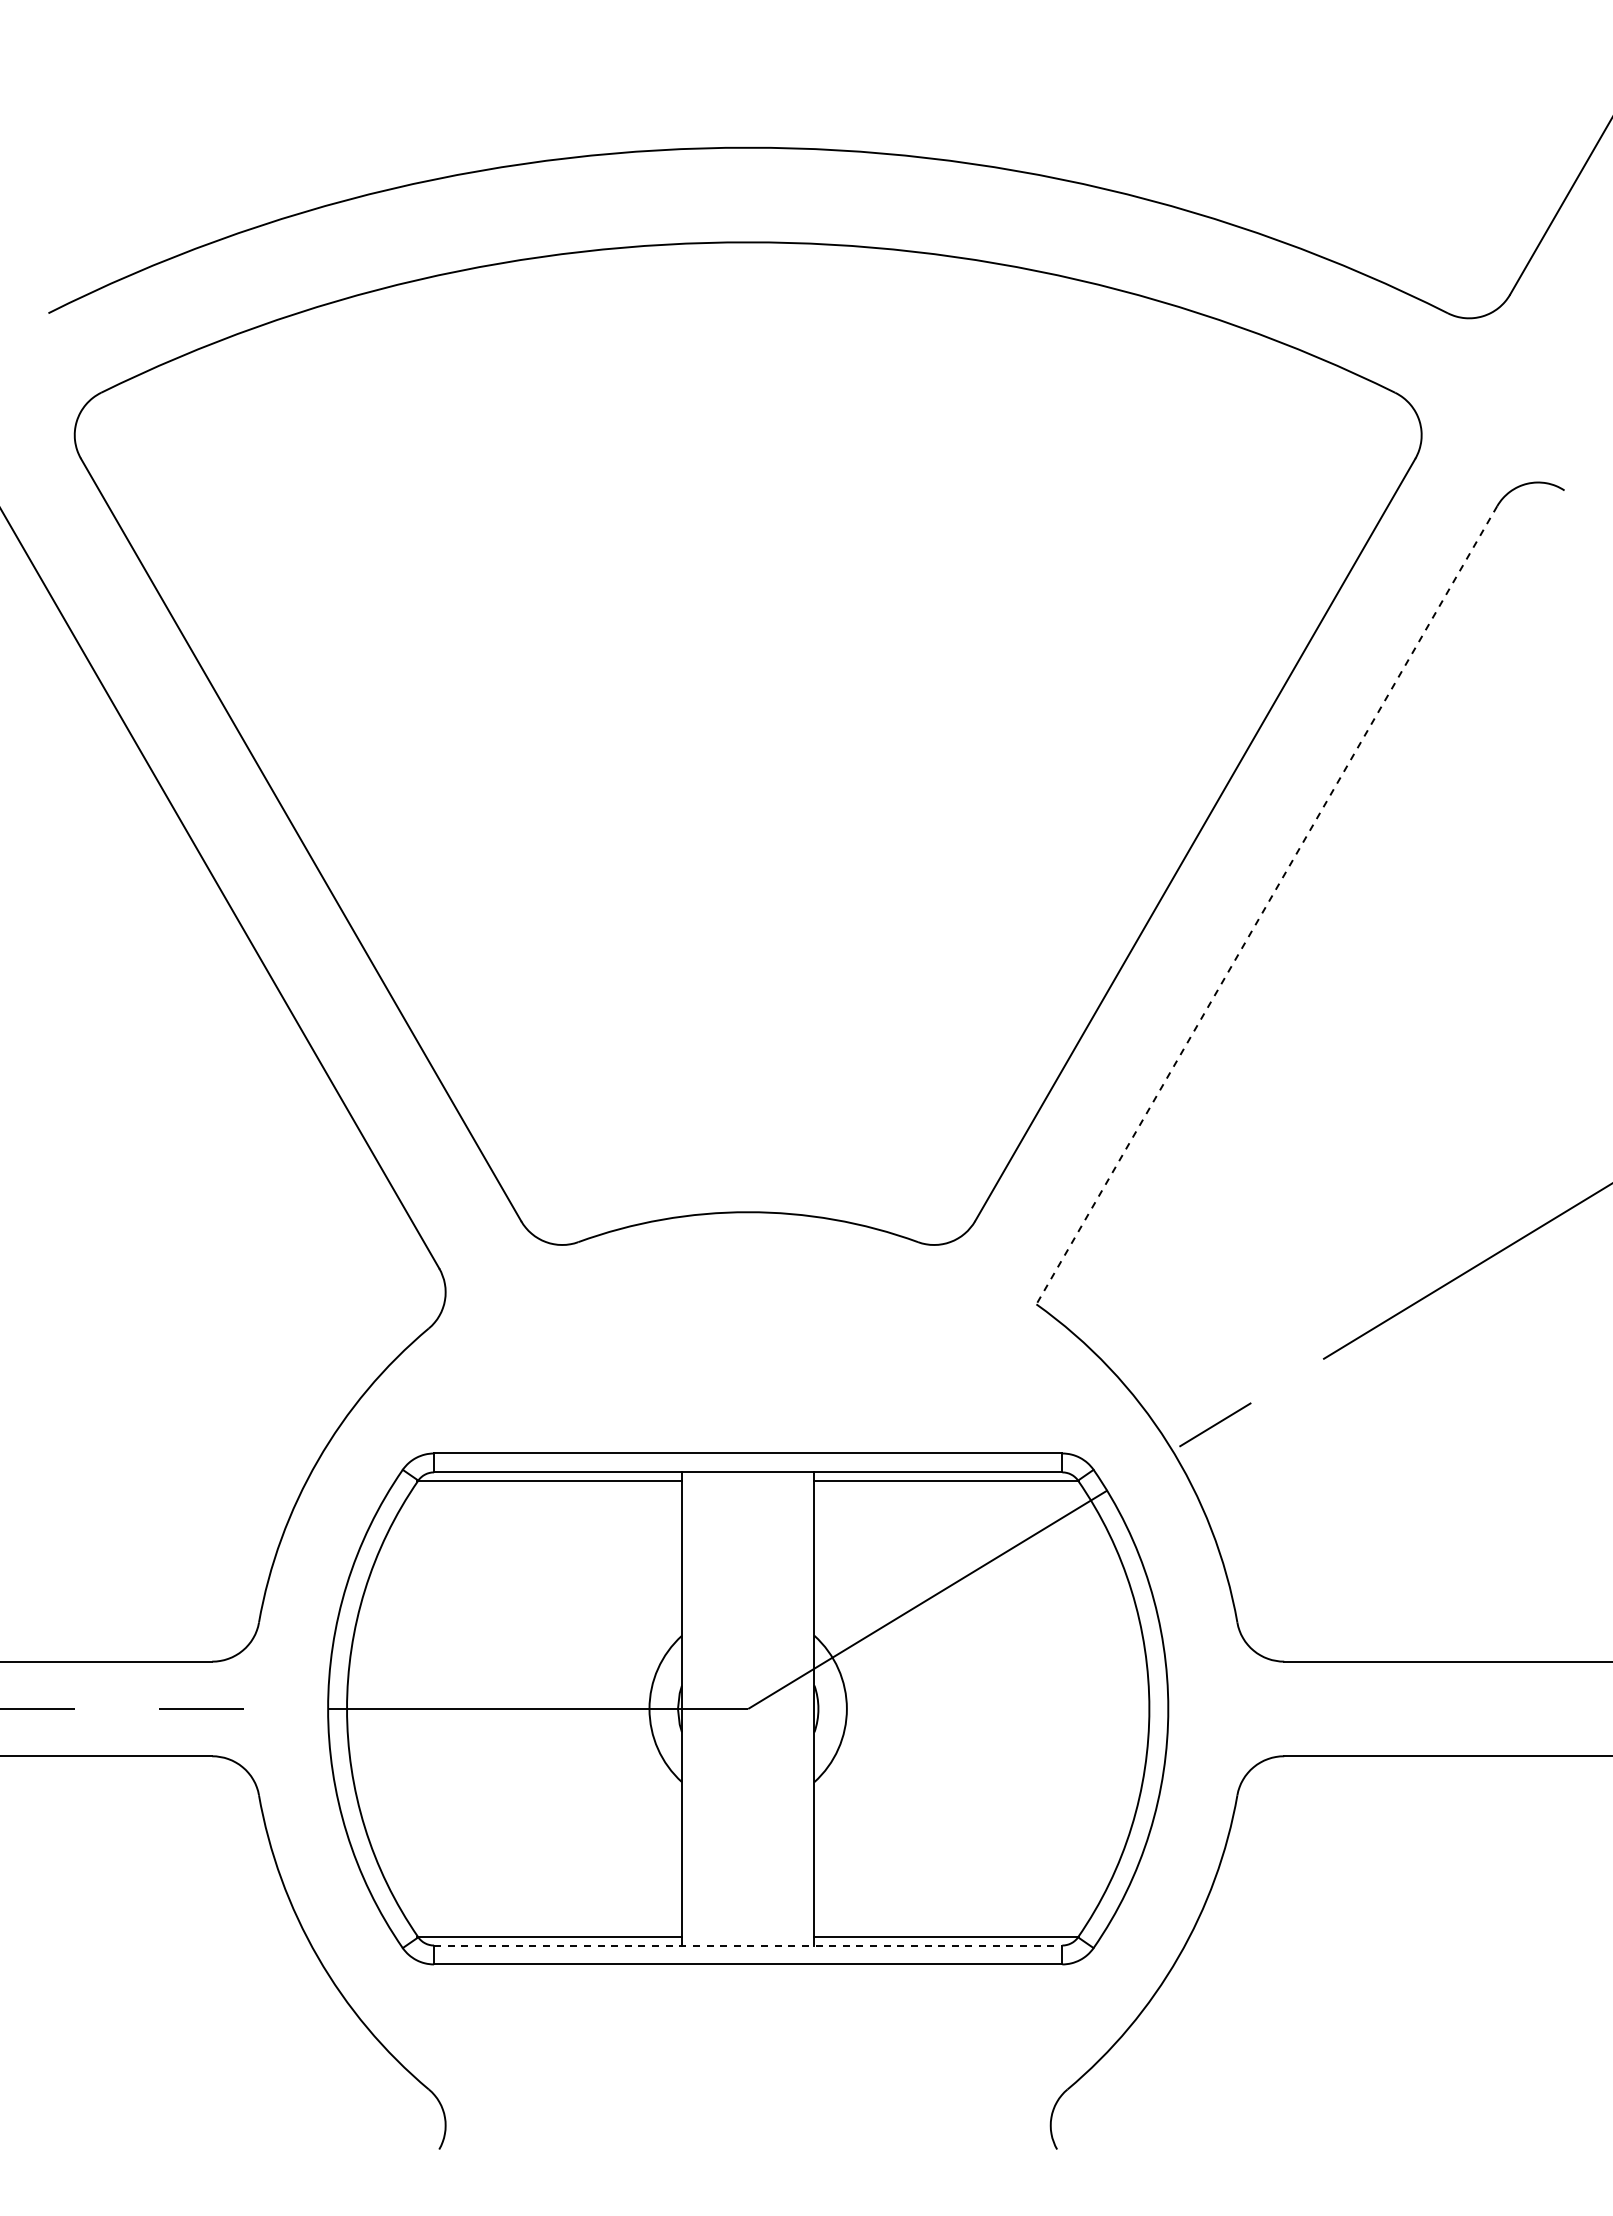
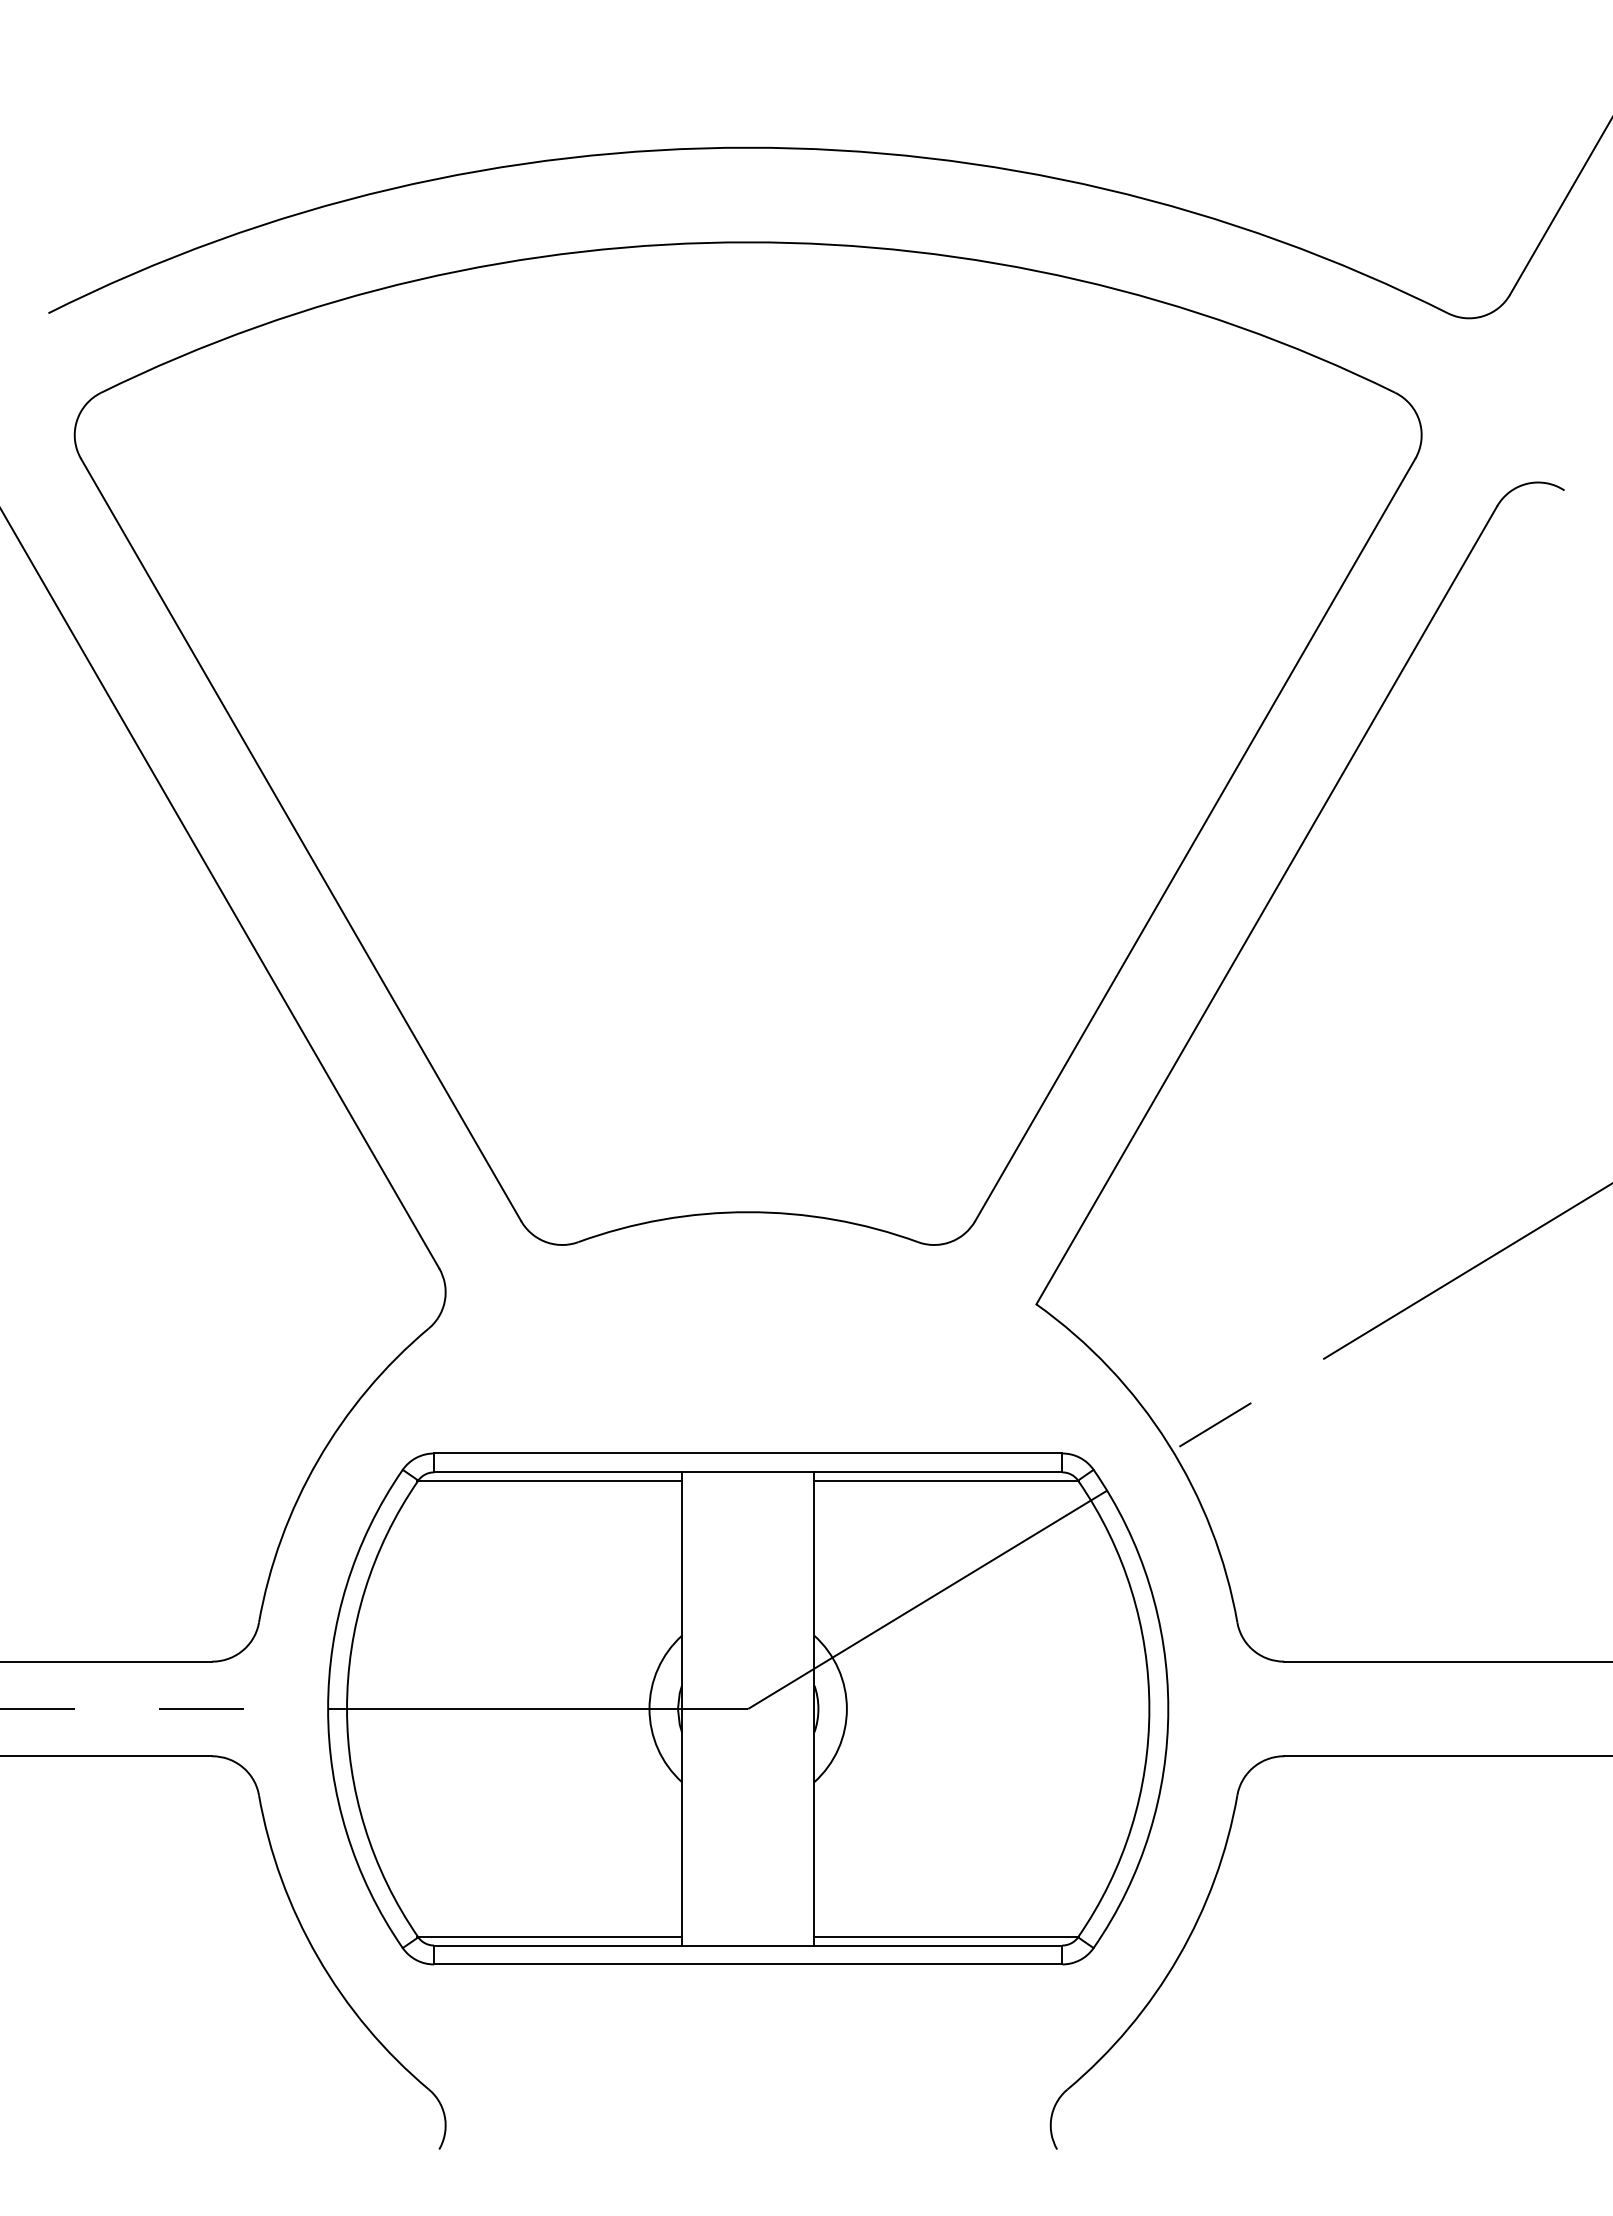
line at (1266, 905): dashed -> solid
line at (748, 1945): dashed -> solid
